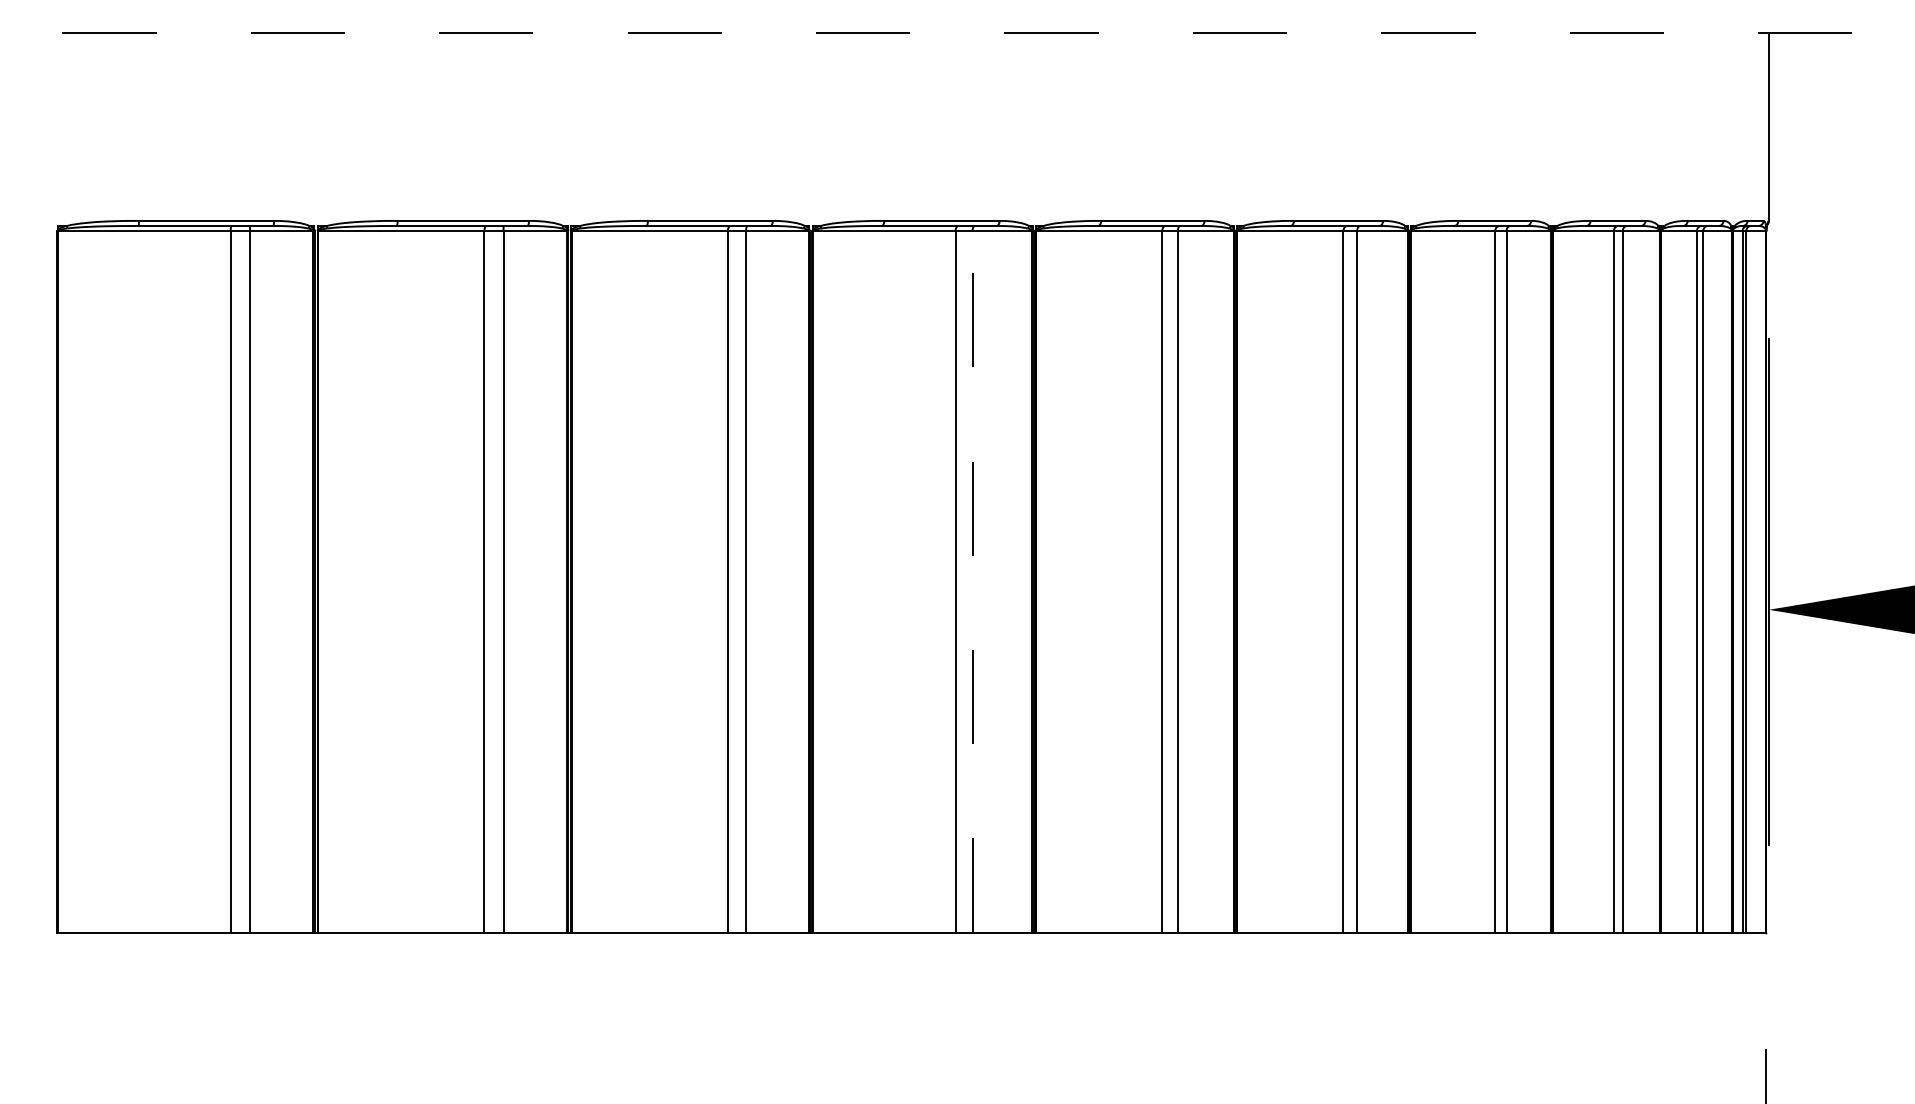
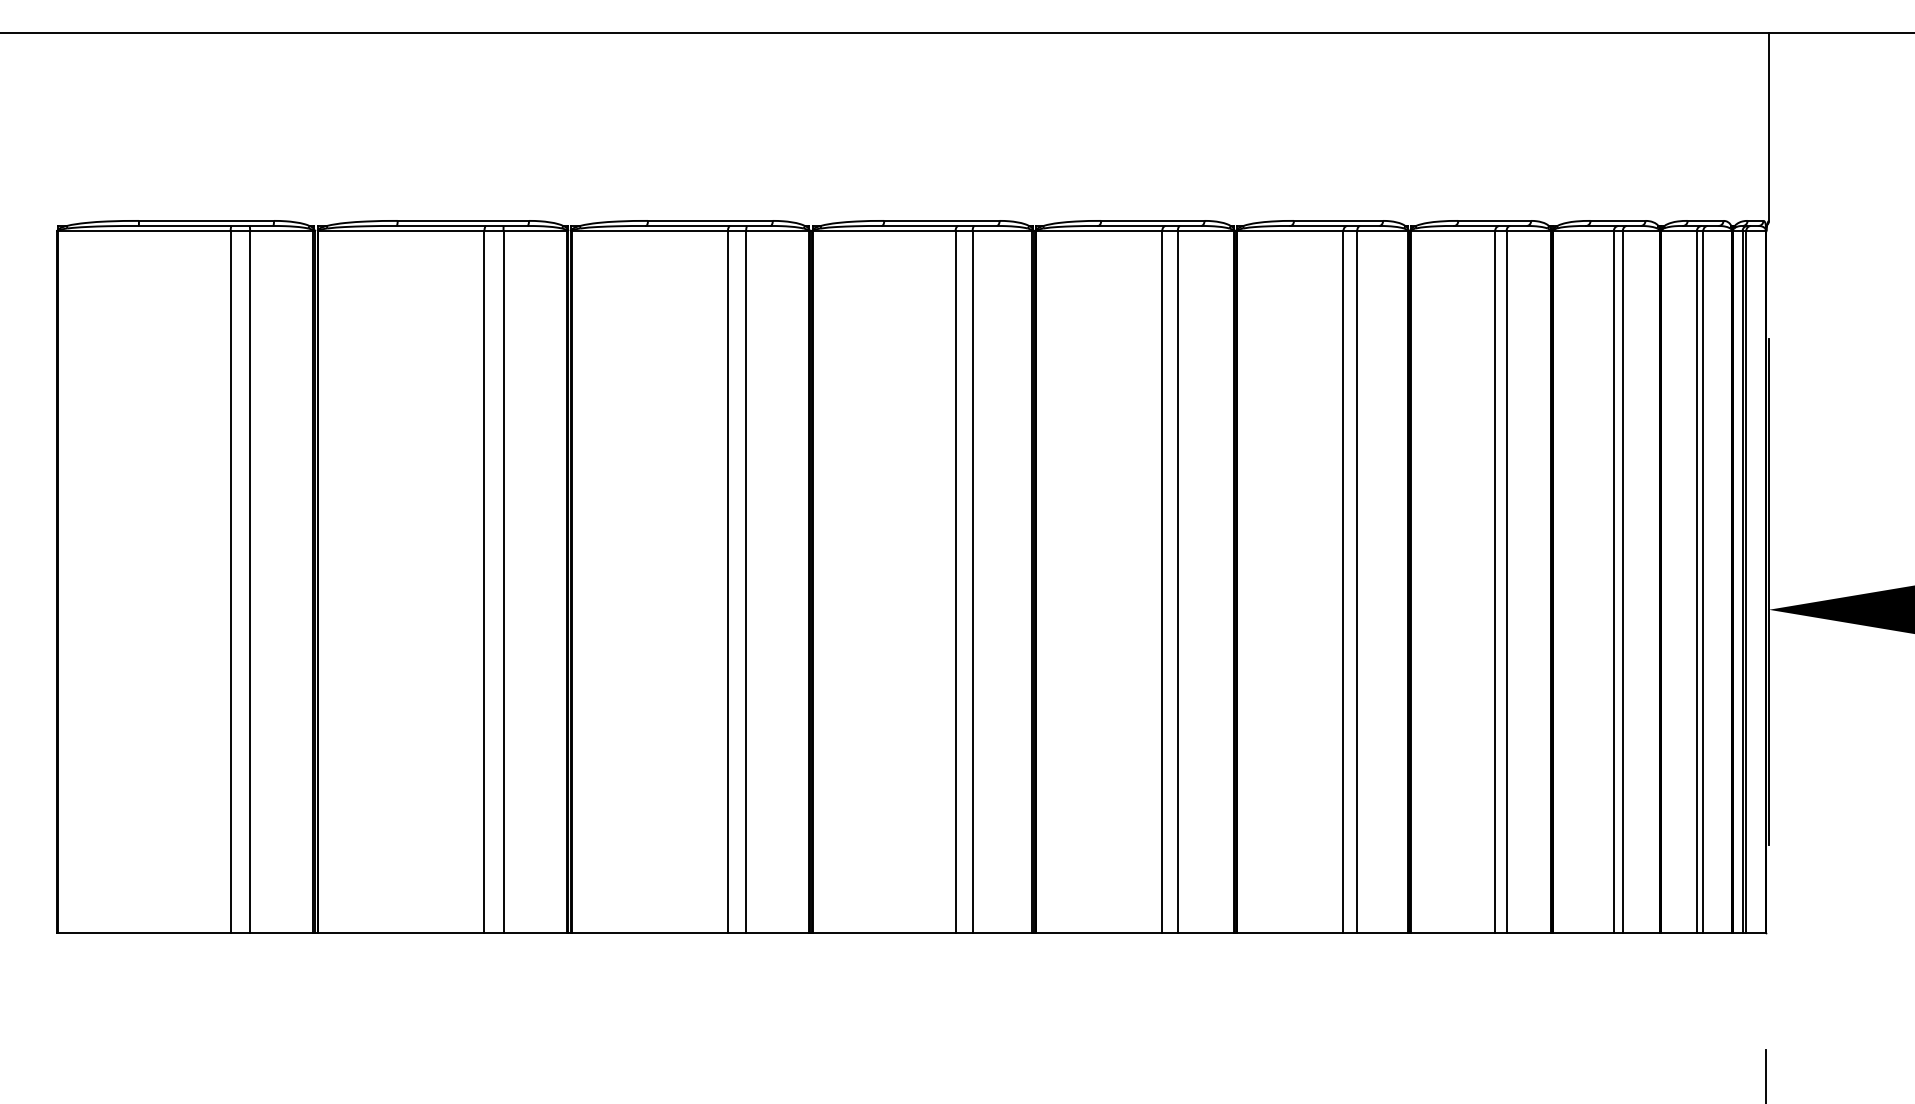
line at (957, 33): dashed -> solid
line at (972, 581): dashed -> solid
